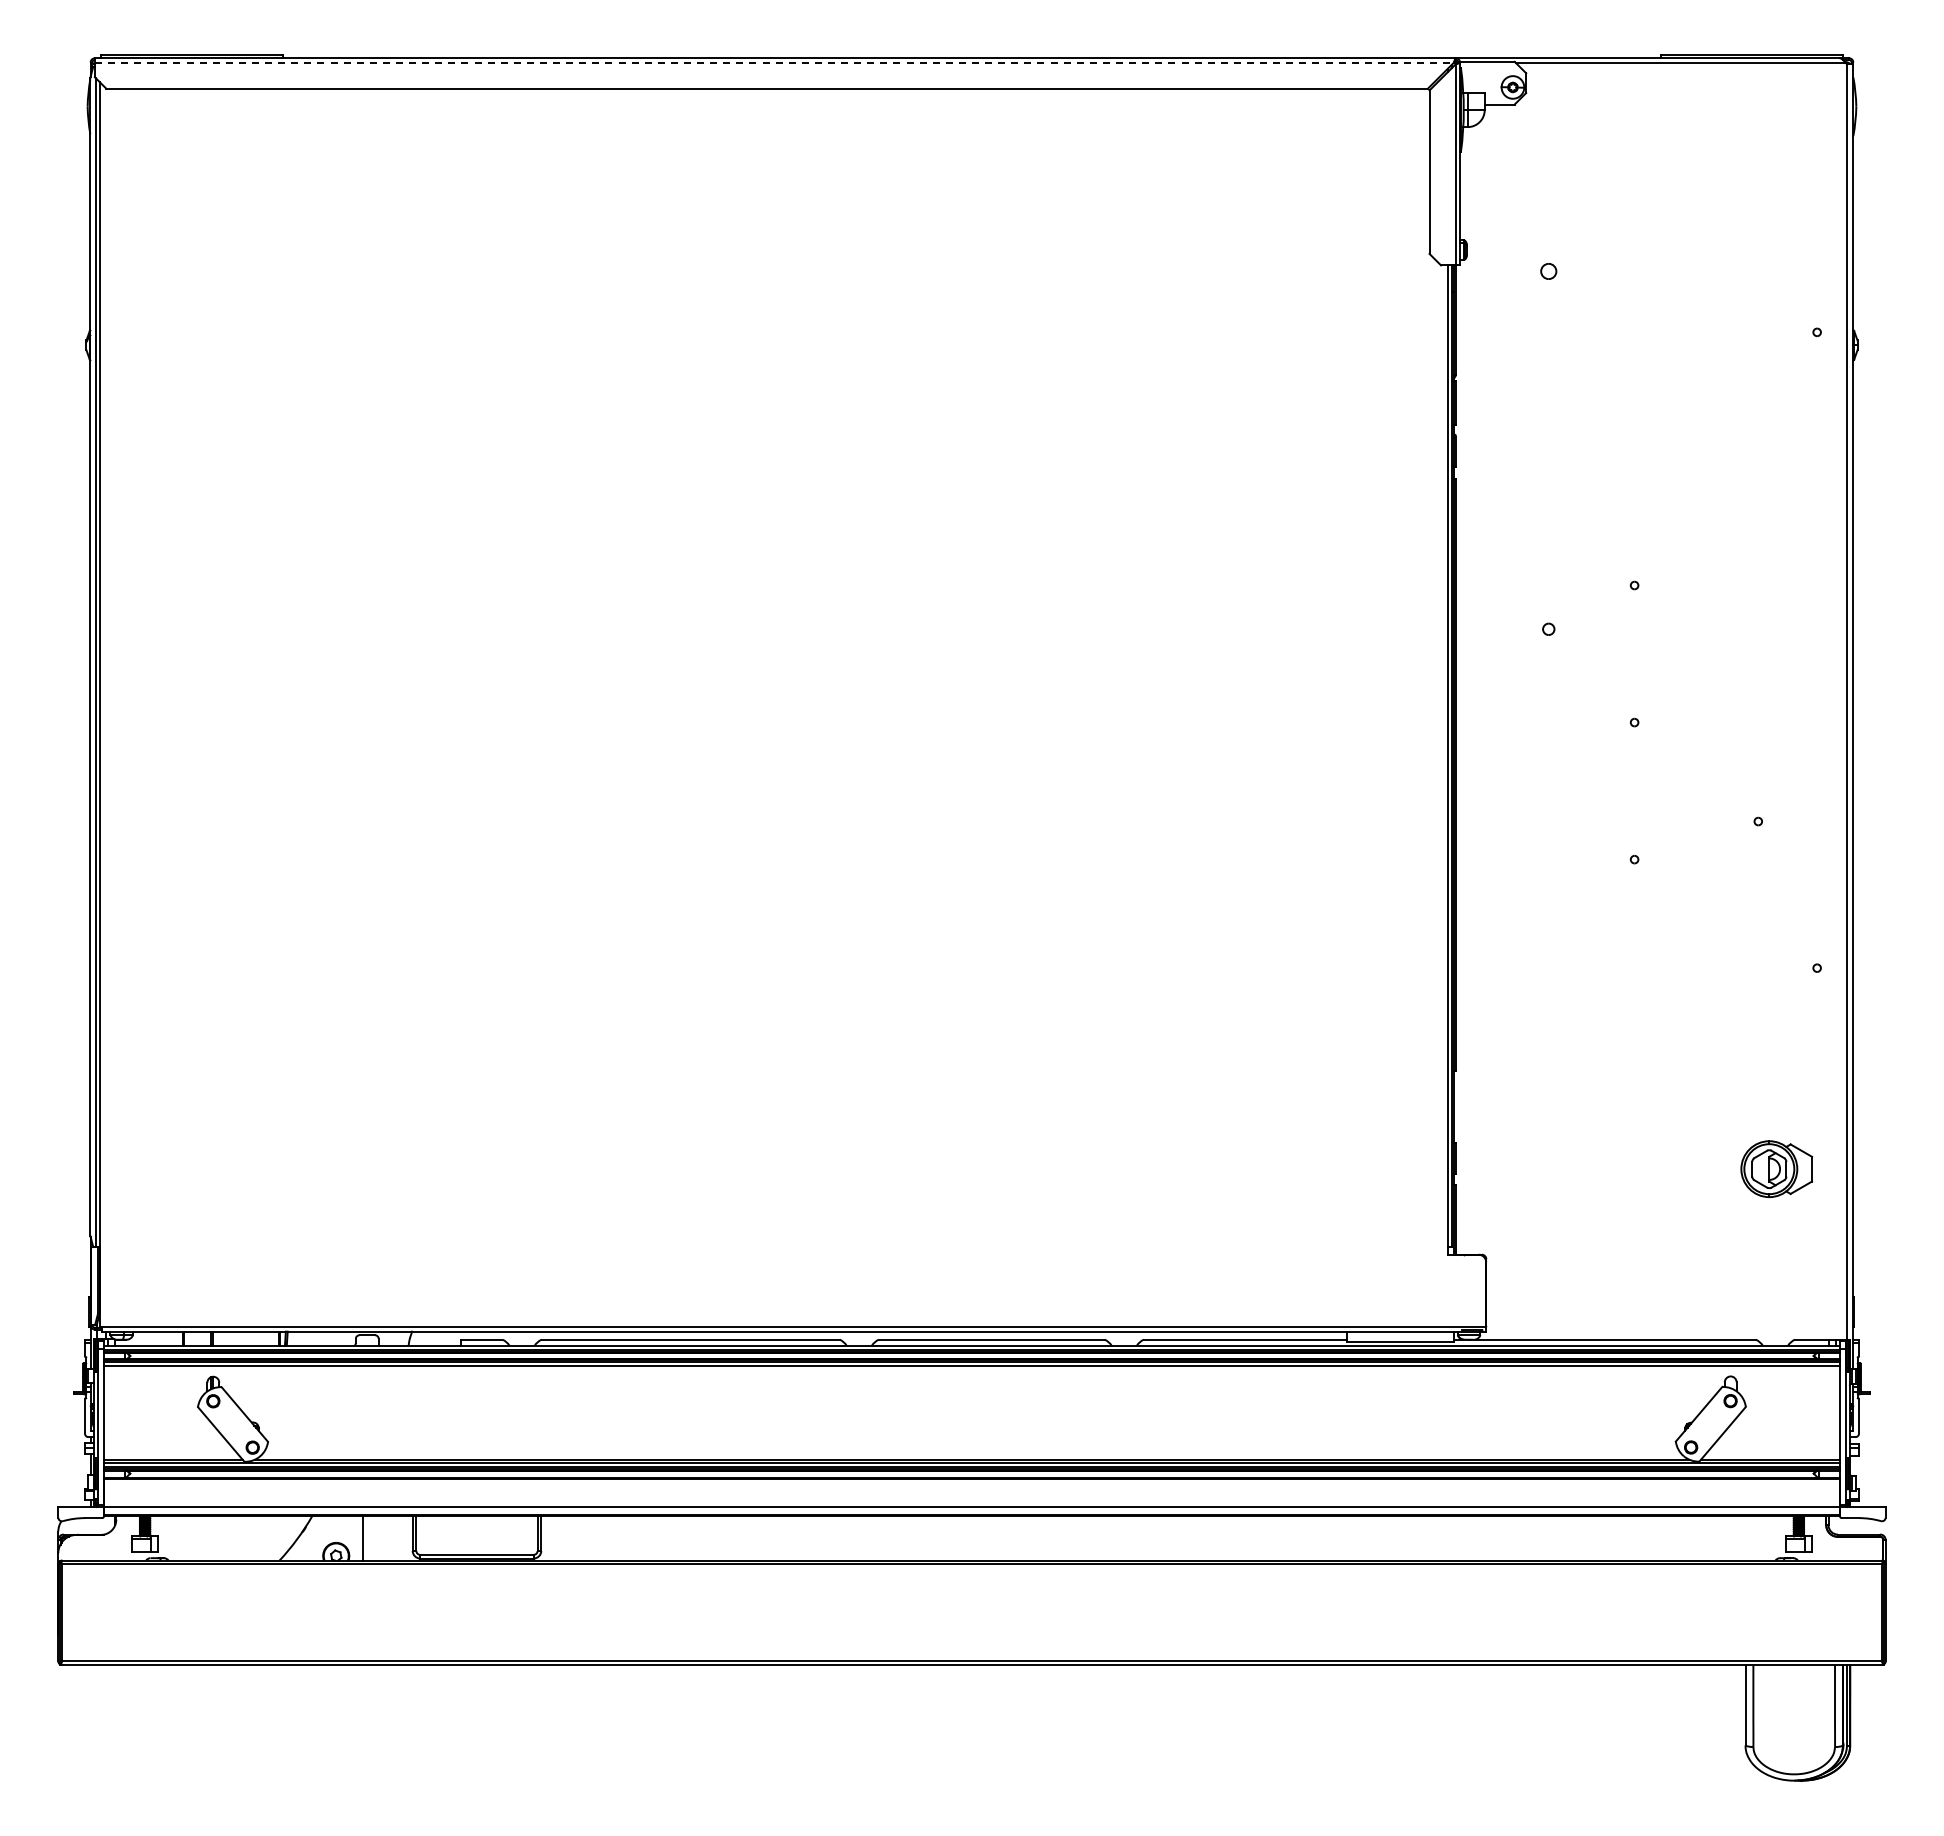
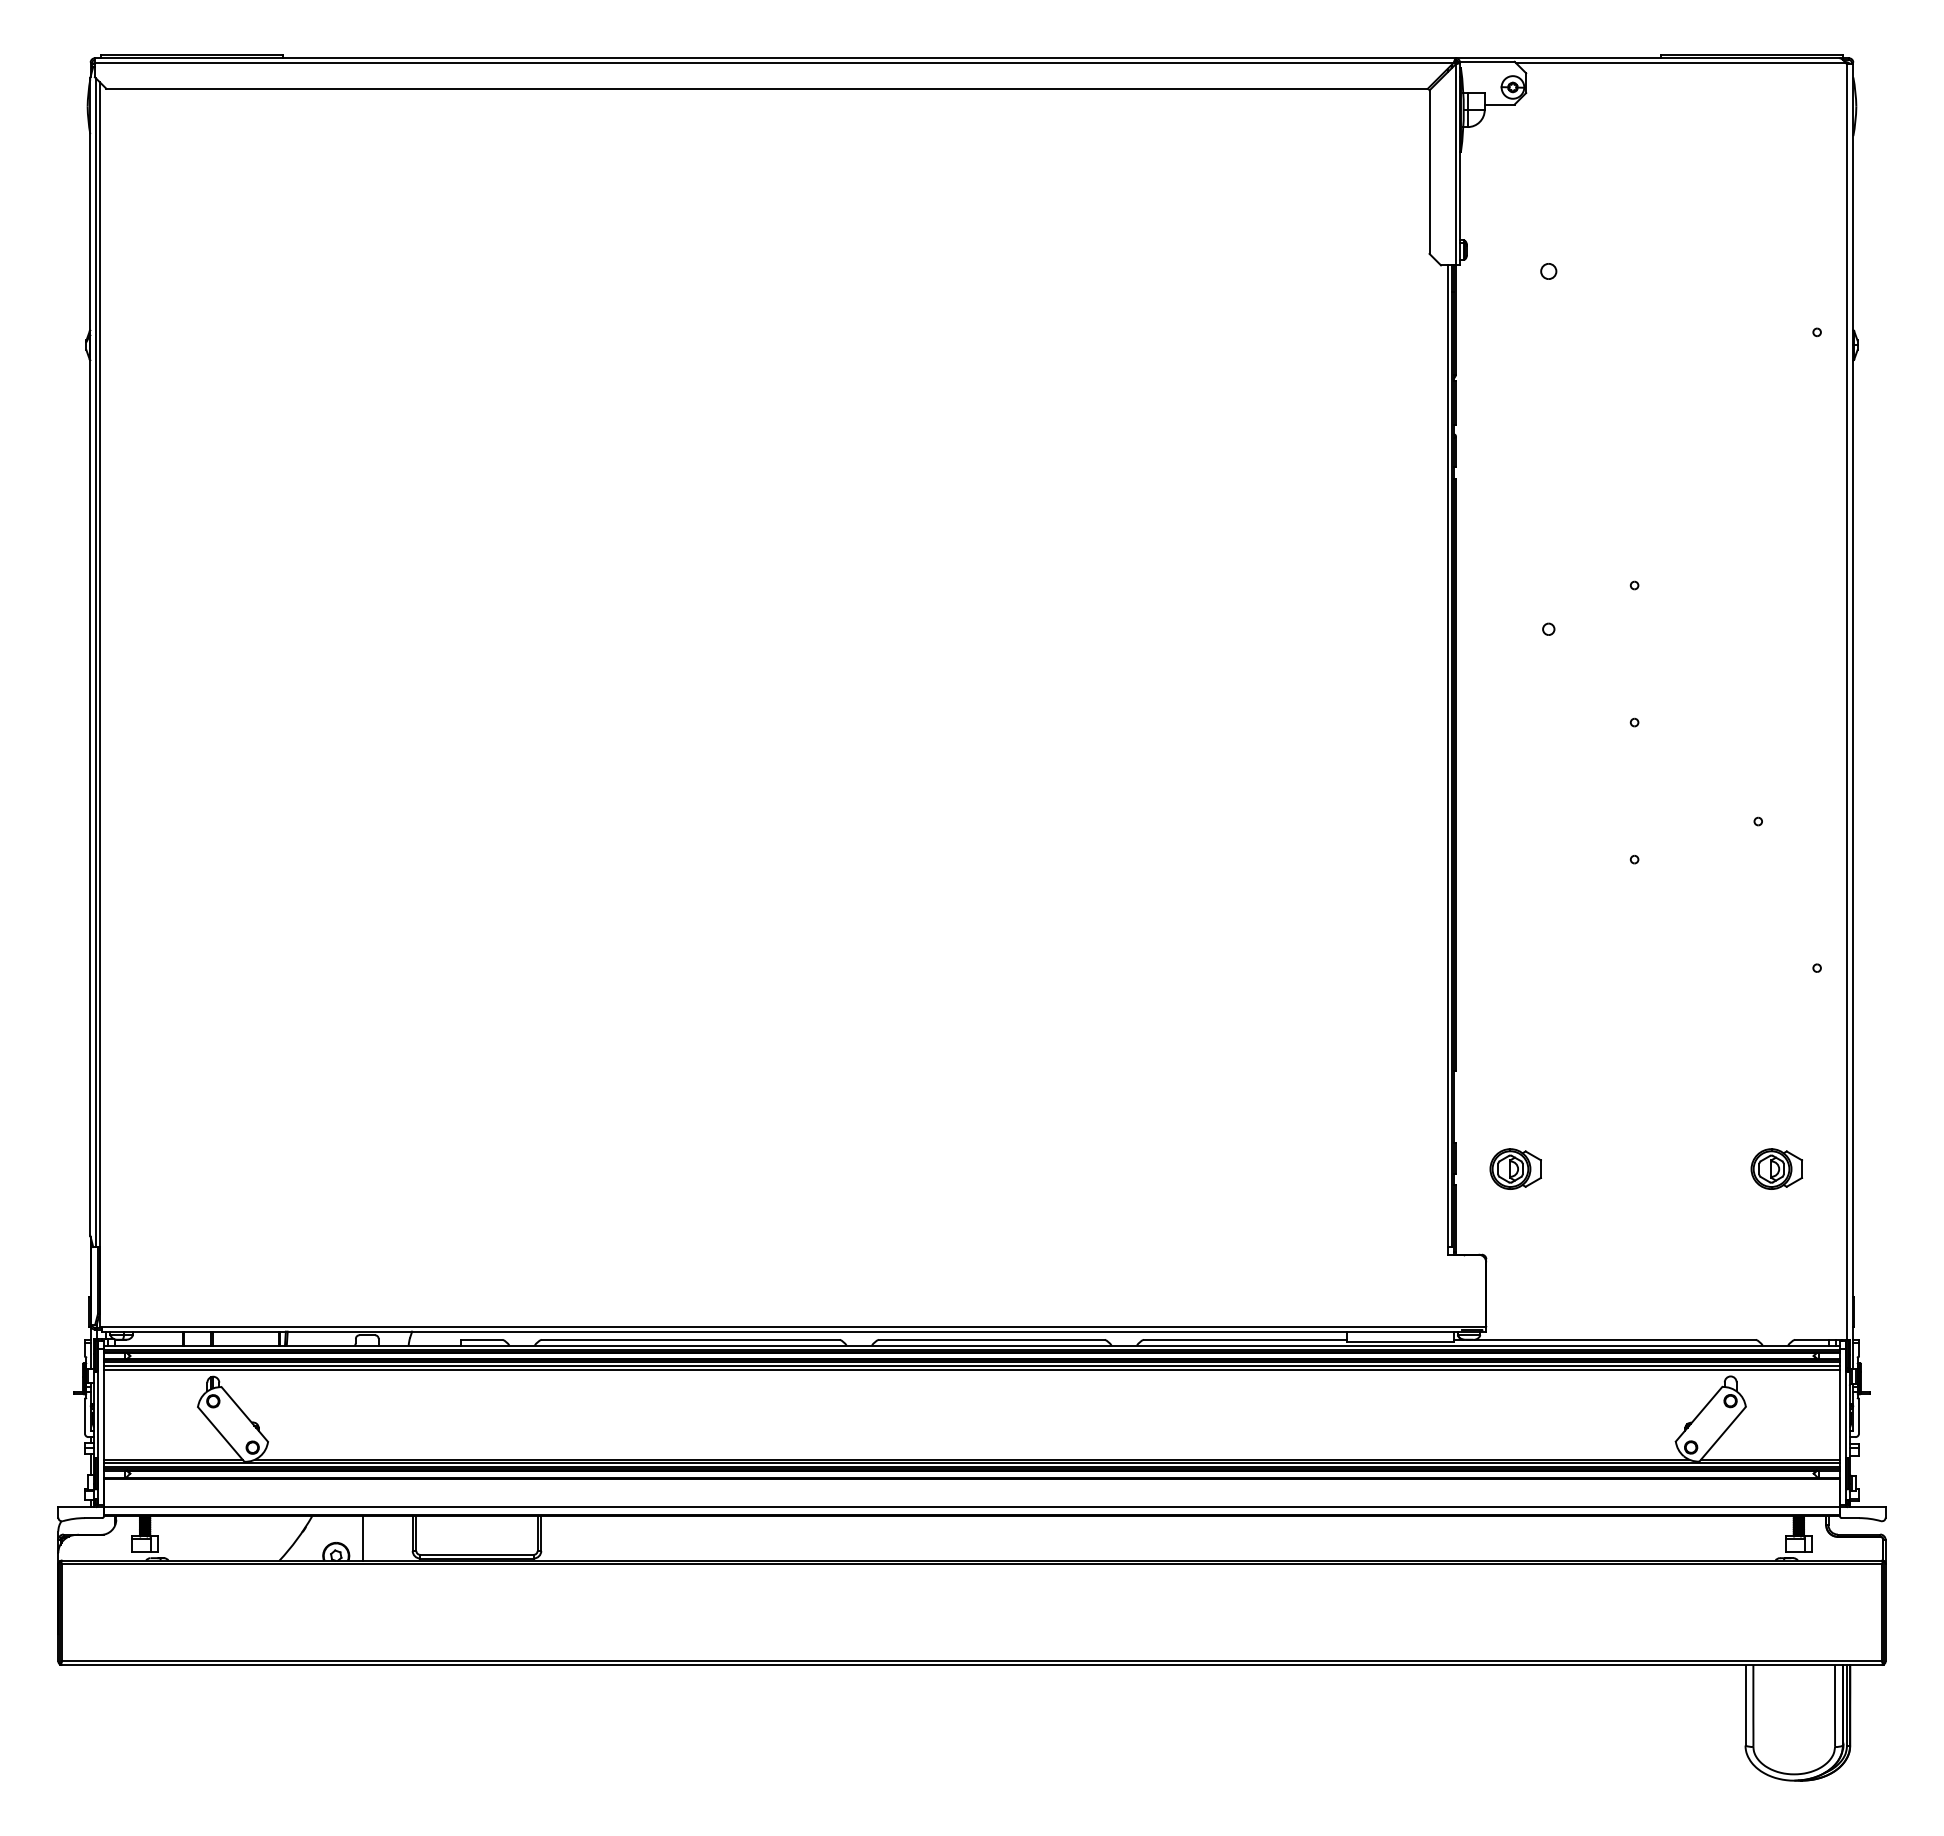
line at (774, 62): dashed -> solid
part at (1515, 1168): none -> present
part at (1776, 1168) size: 74x58 px -> 54x42 px
line at (971, 1369): none -> present
